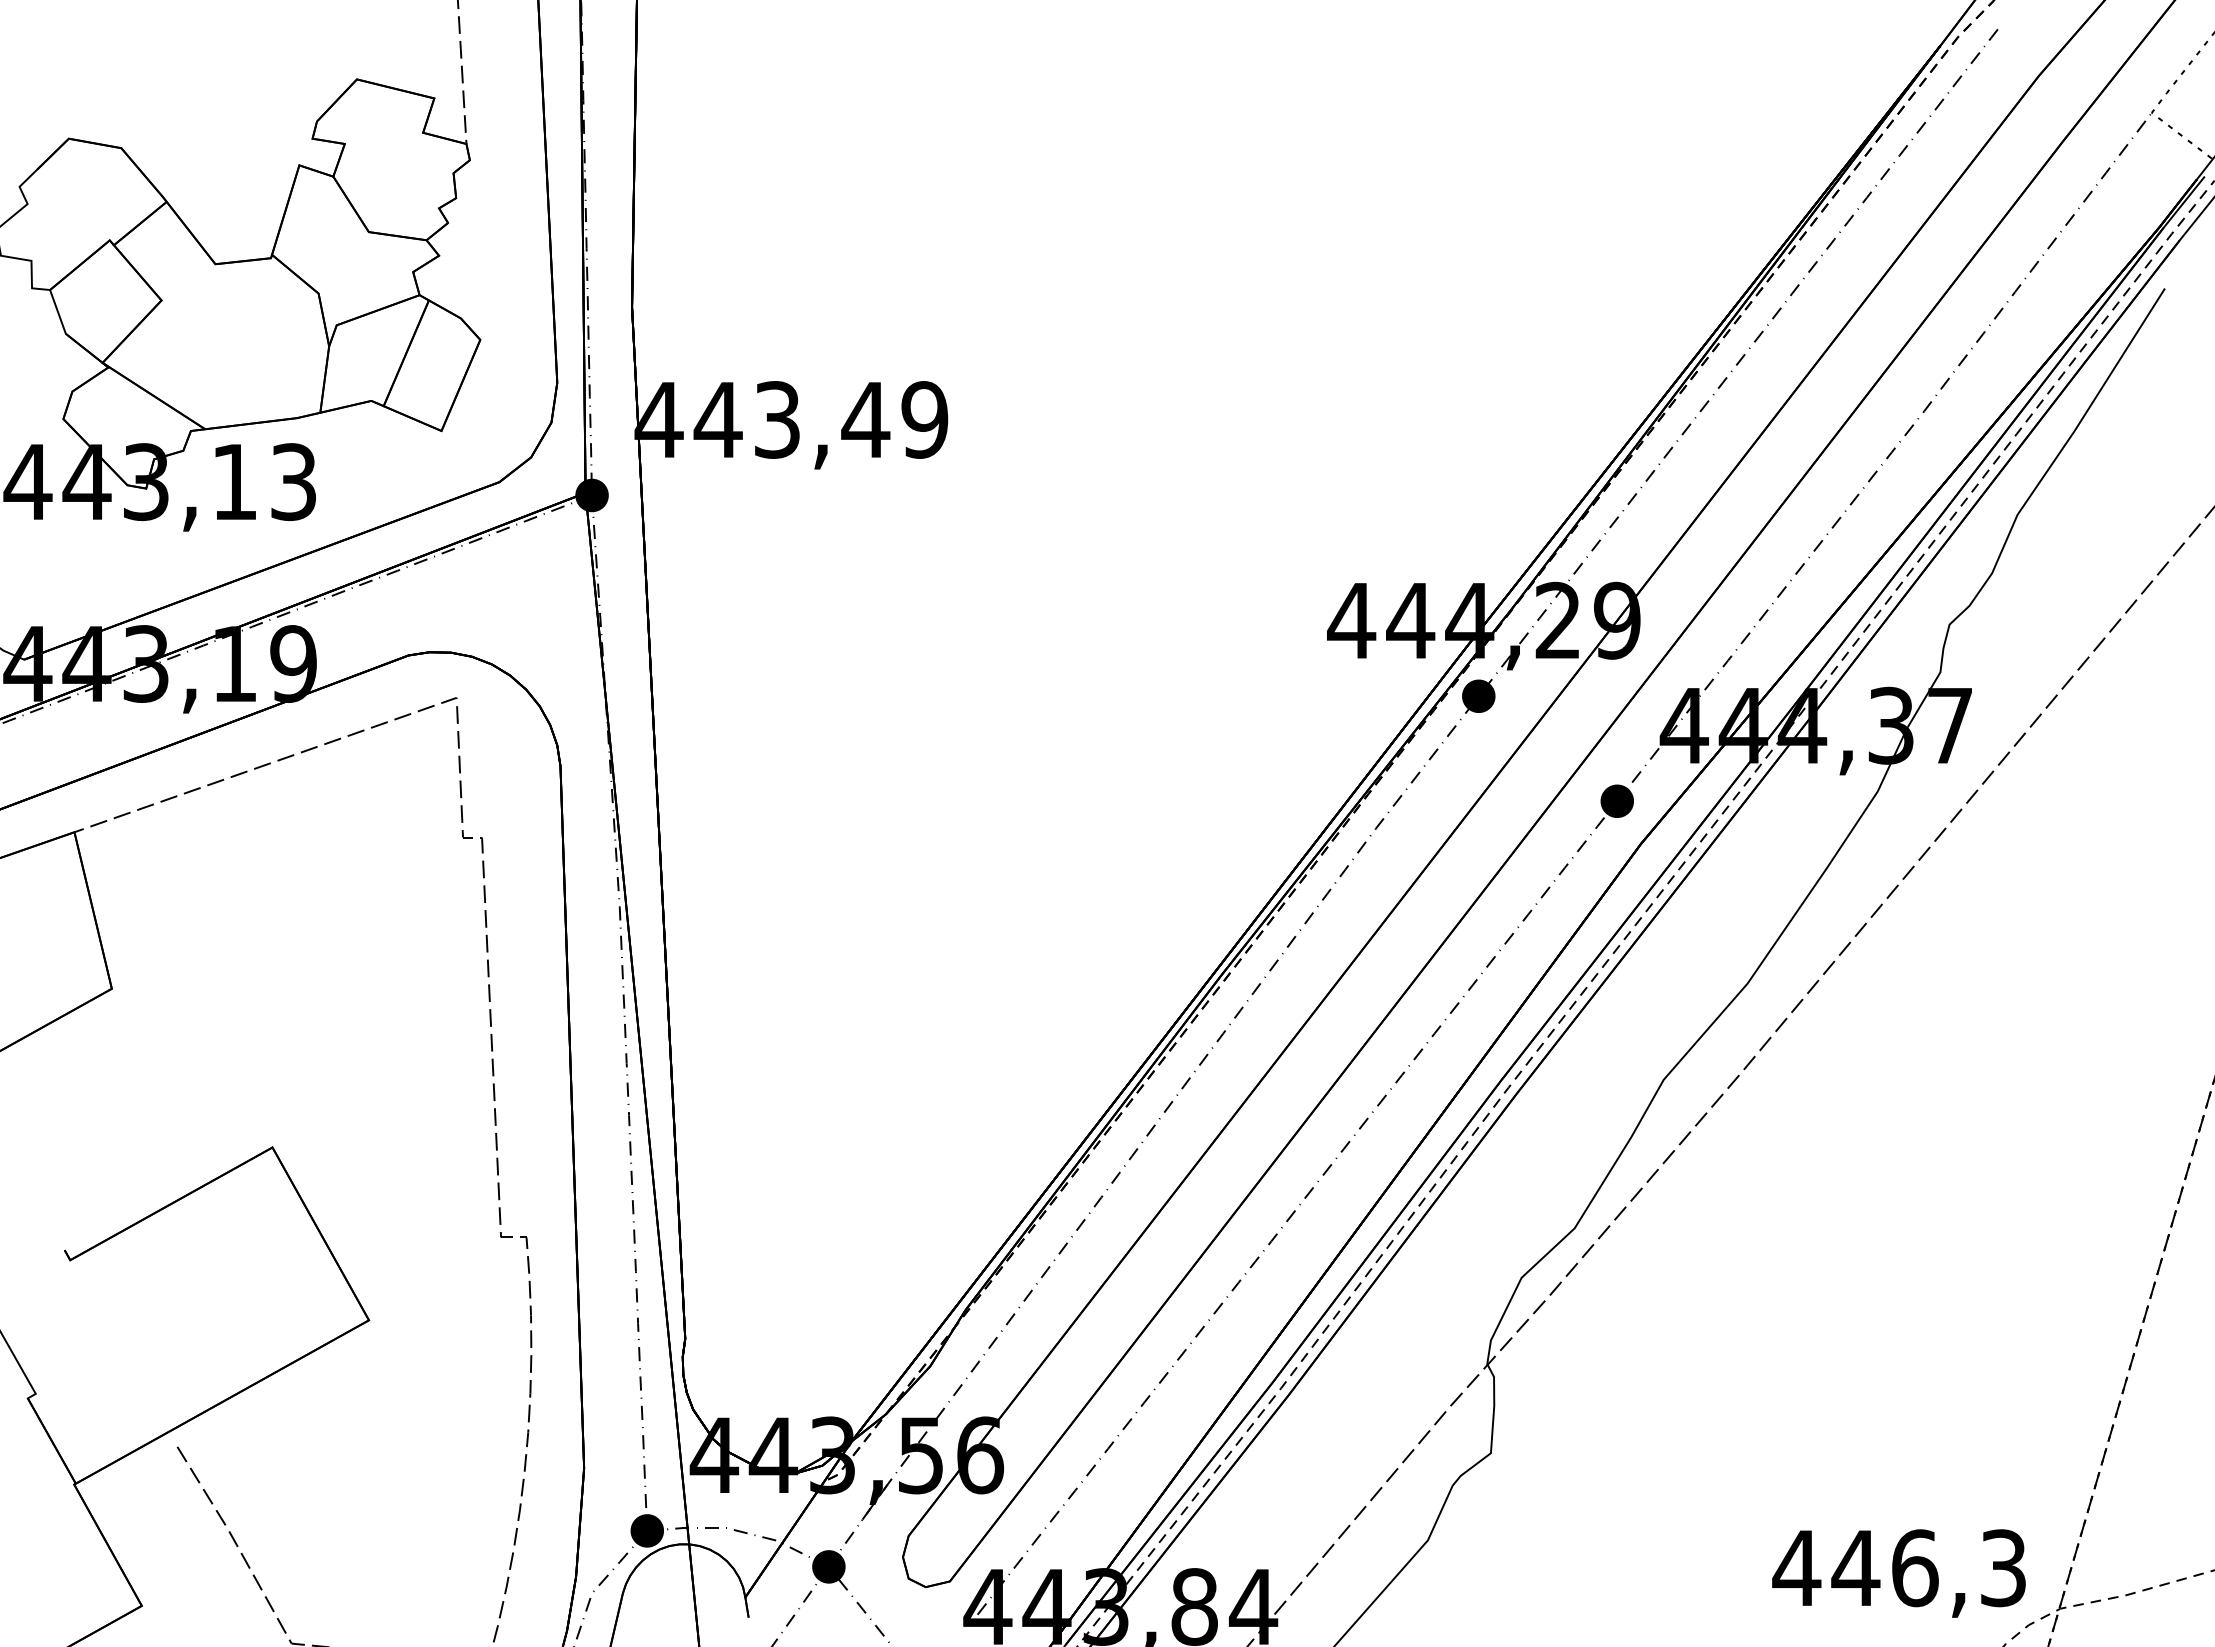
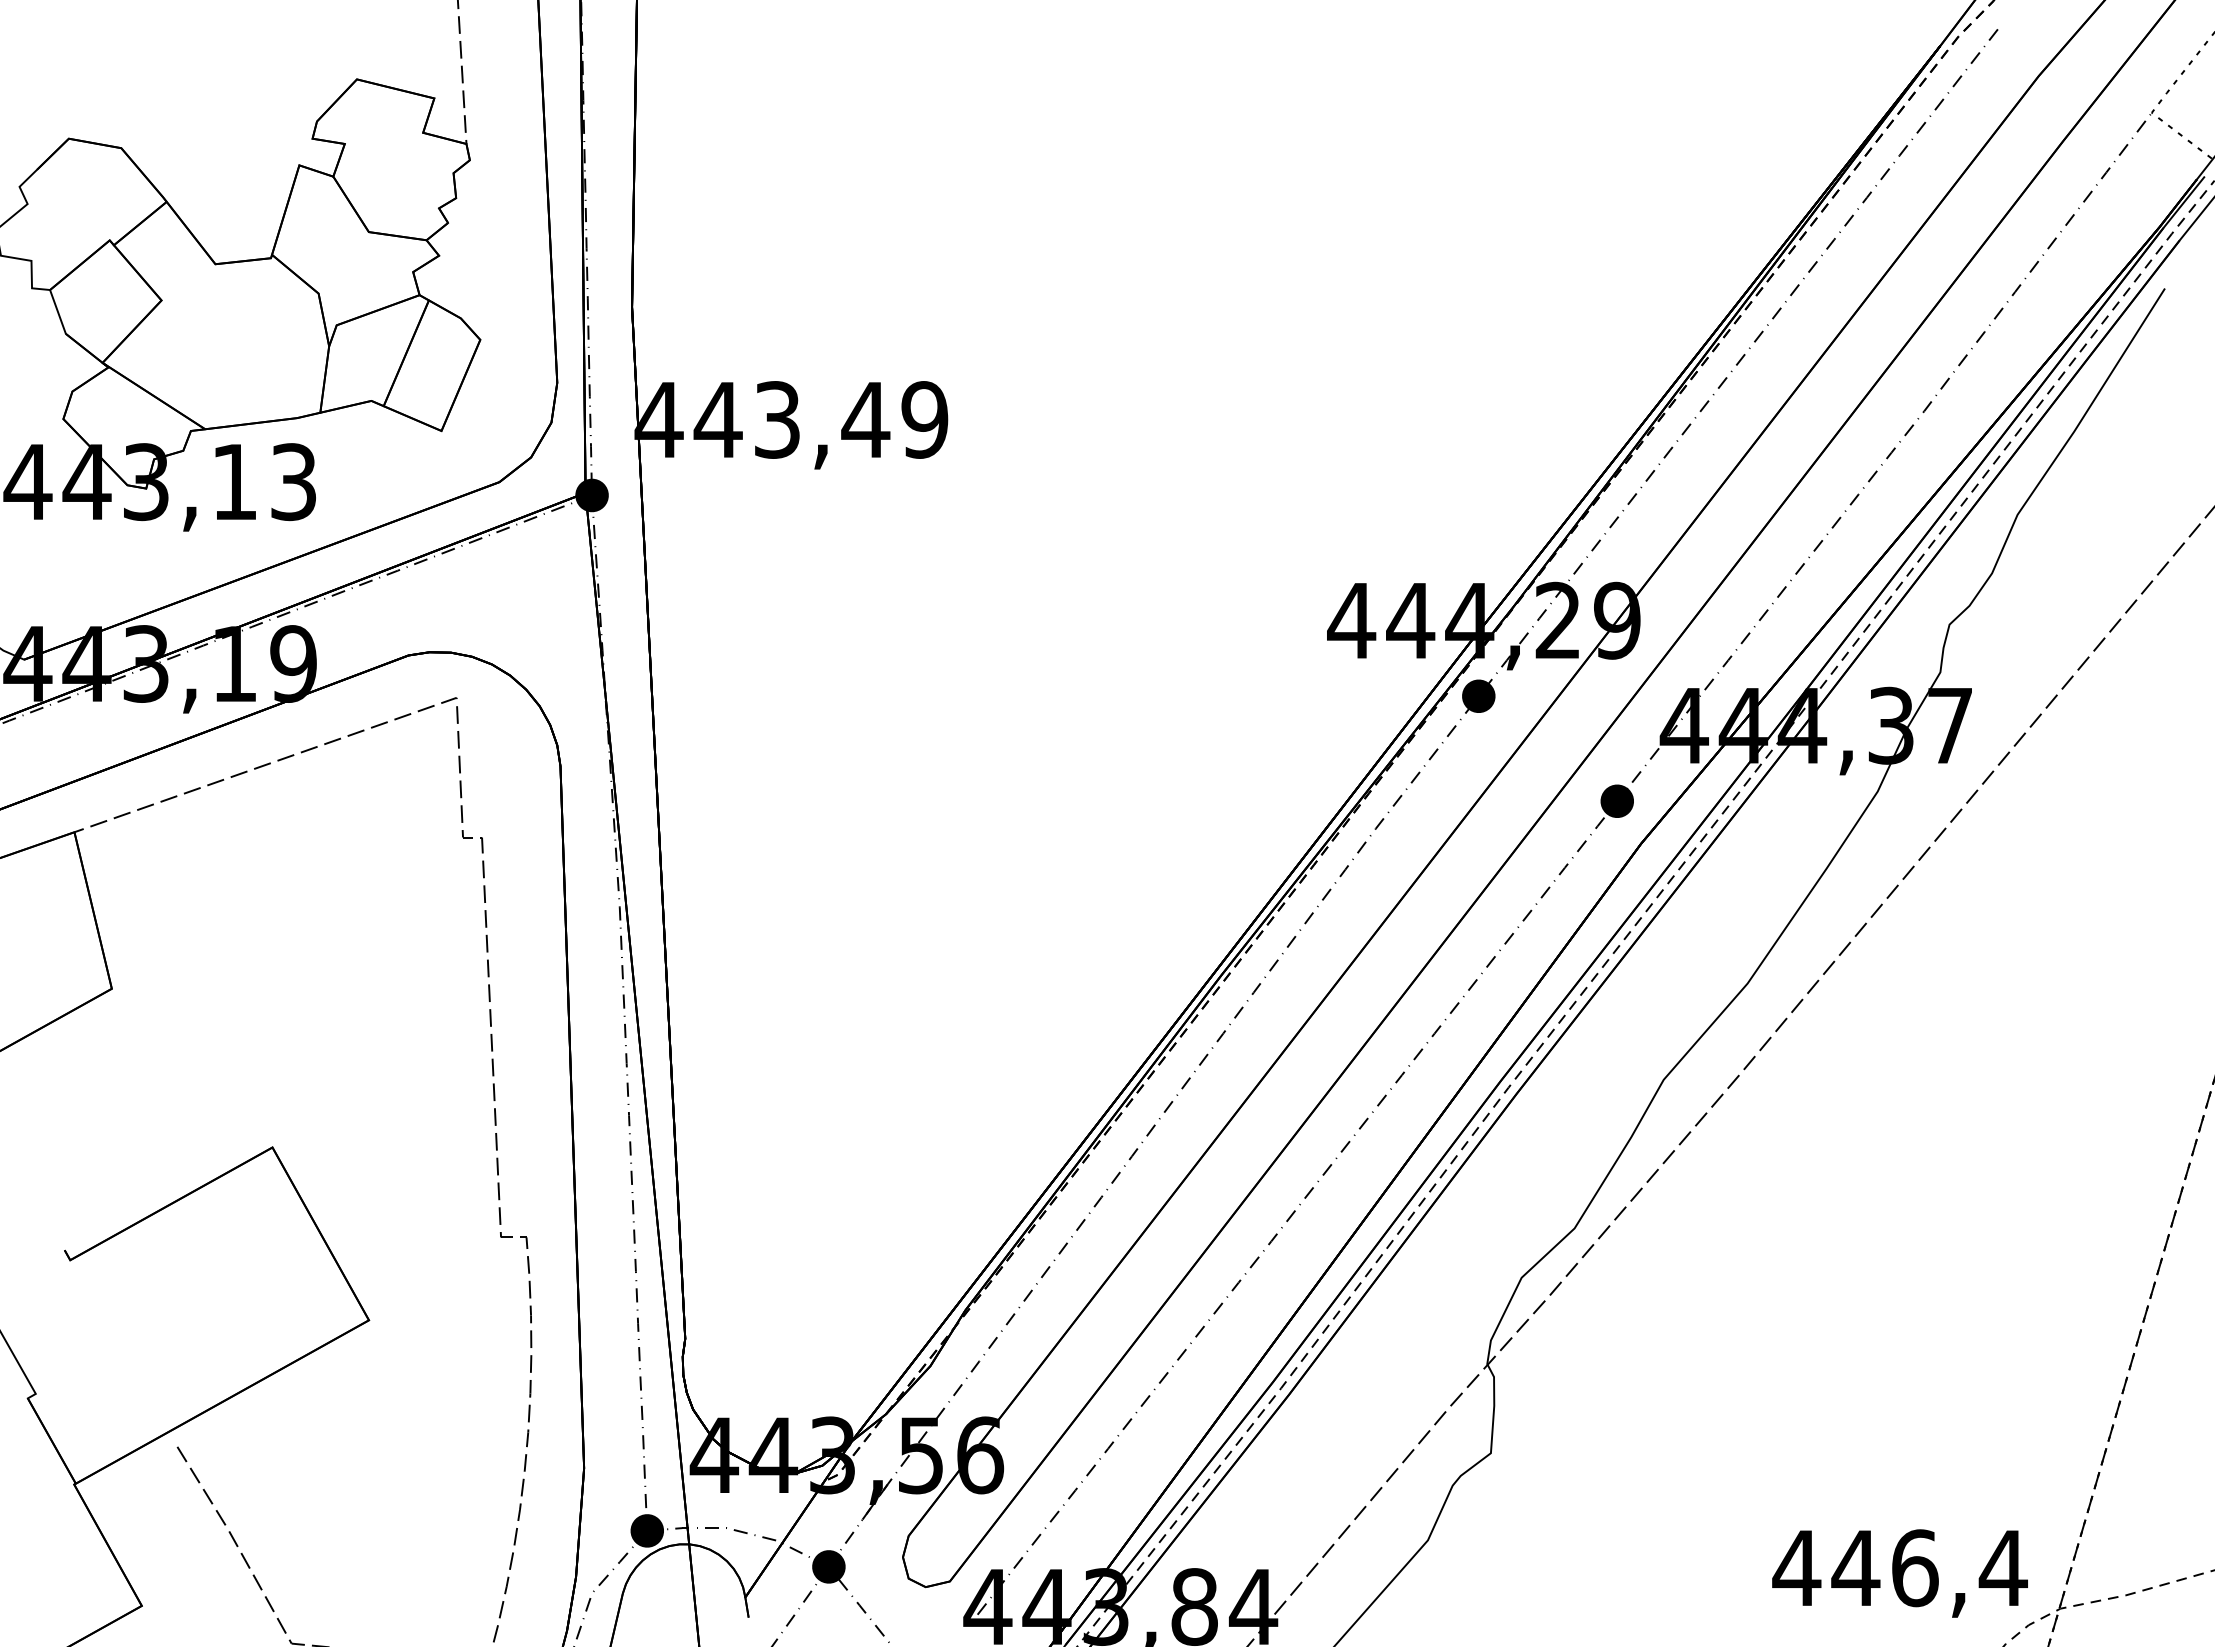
text at (2002, 1568): 446,3 -> 446,4
